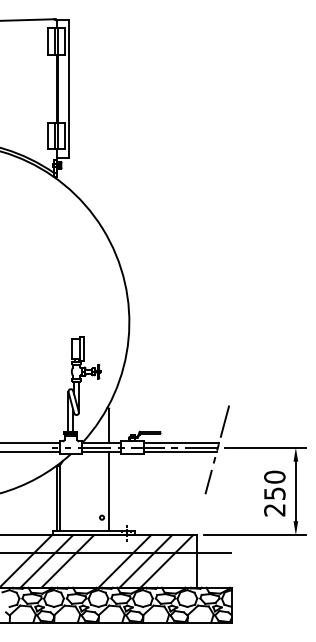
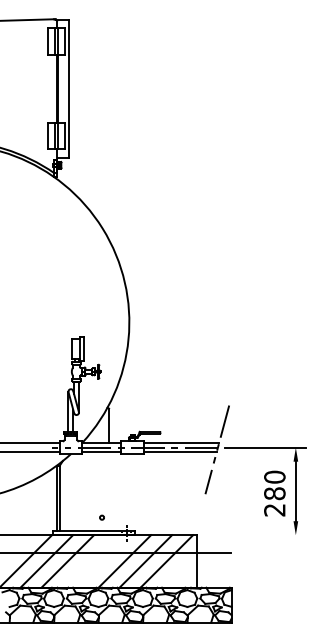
line at (109, 491): present -> none
text at (274, 493): 250 -> 280
line at (254, 535): present -> none
